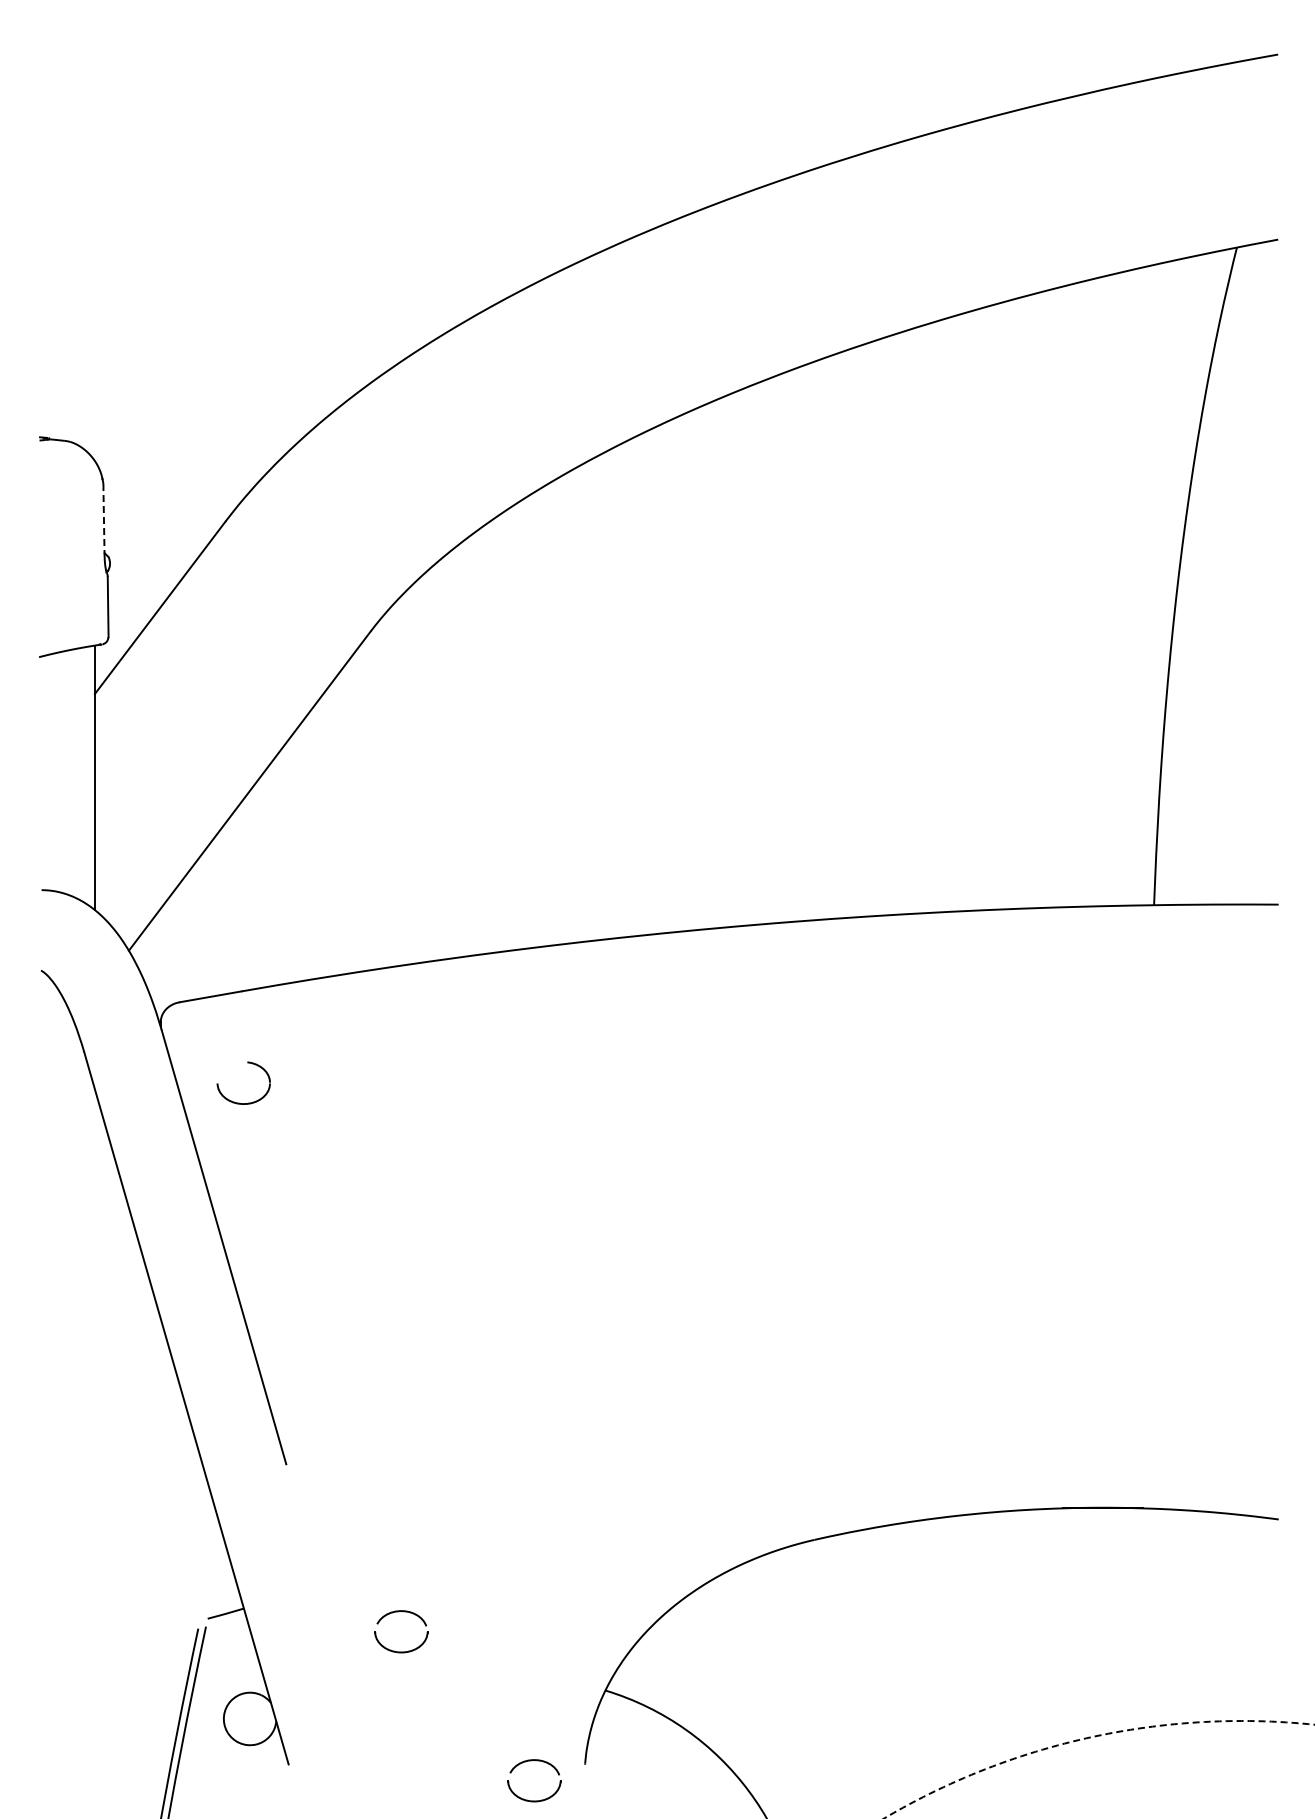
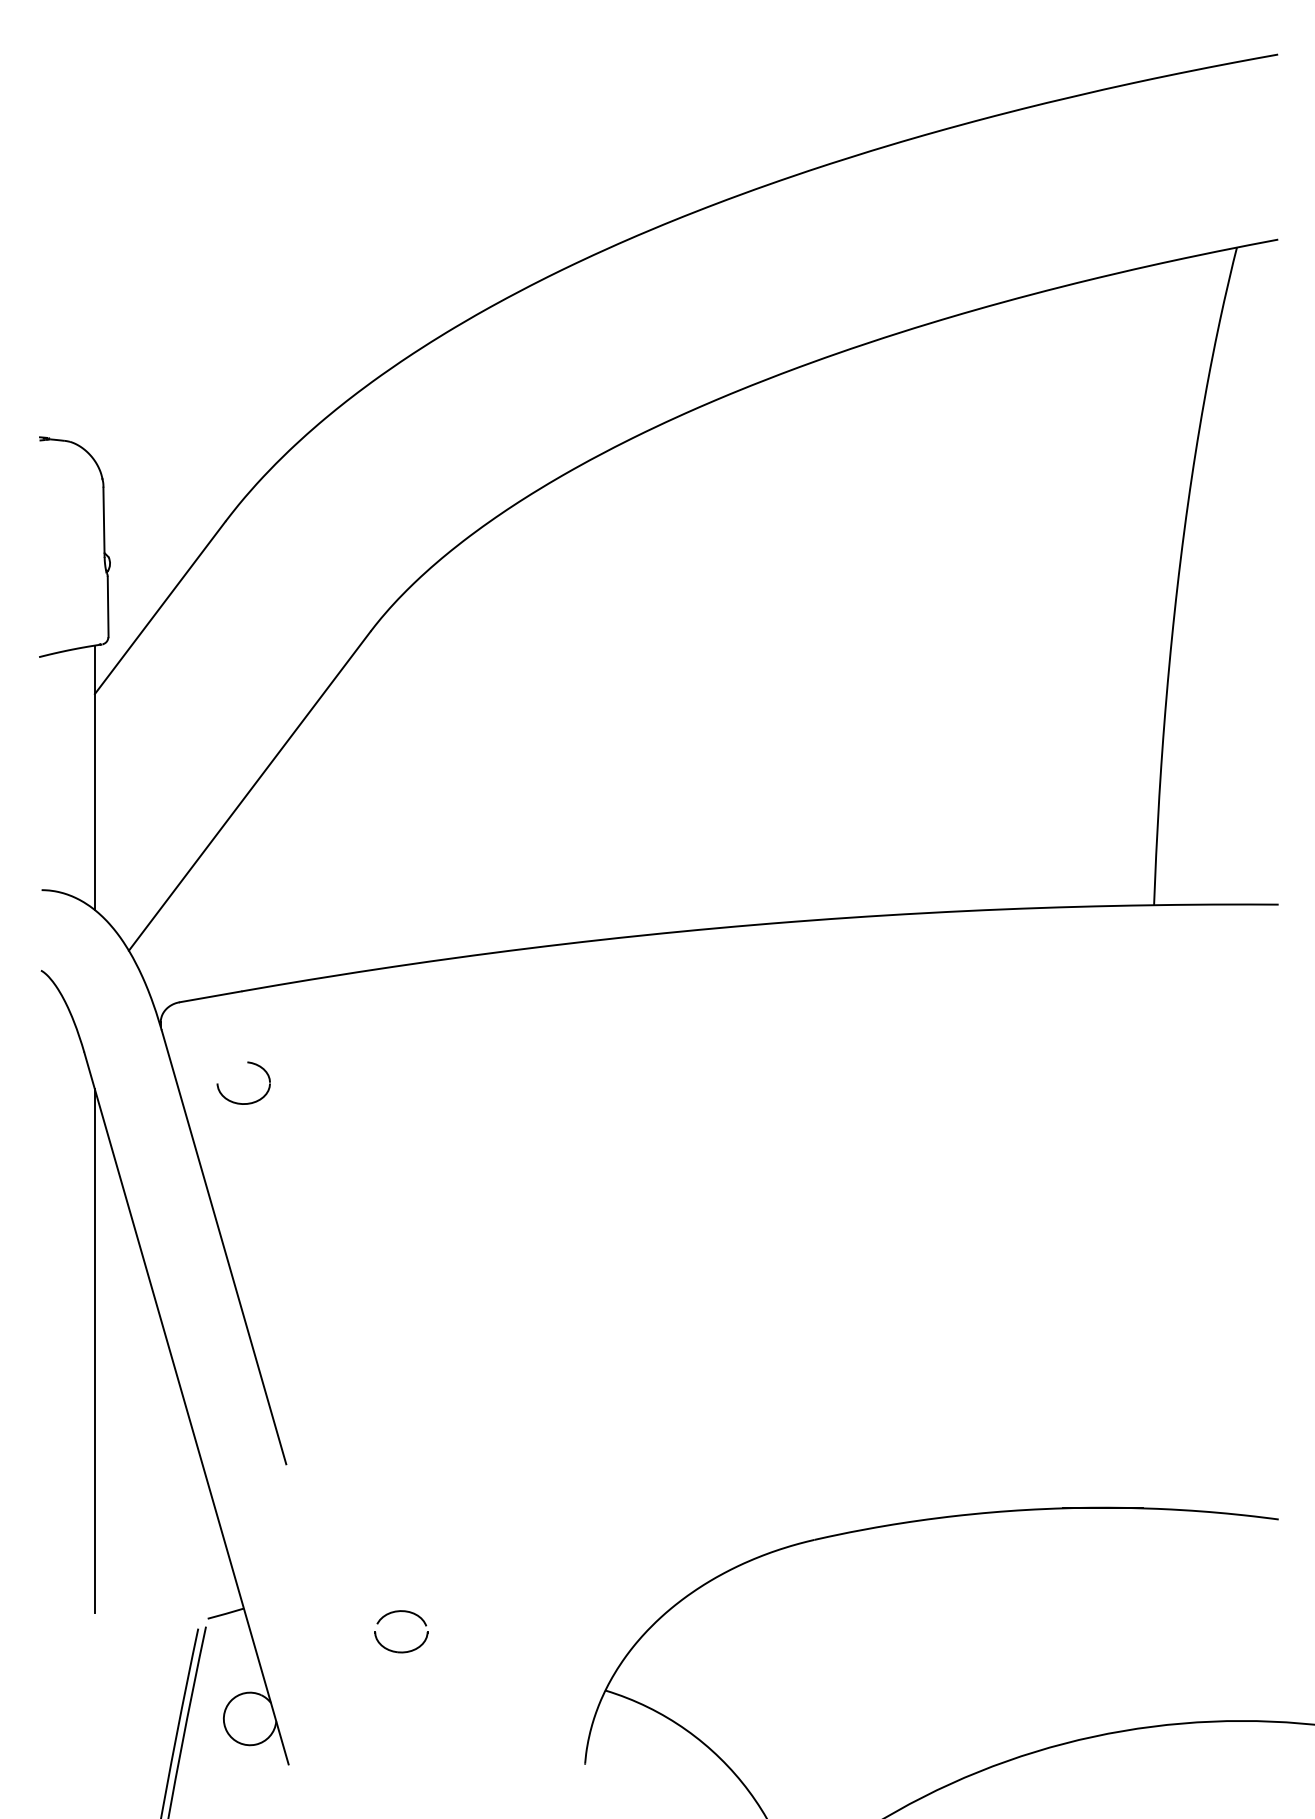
line at (104, 522): dashed -> solid
line at (94, 1351): none -> present
arc at (1090, 1737): dashed -> solid
part at (536, 1761): present -> none
